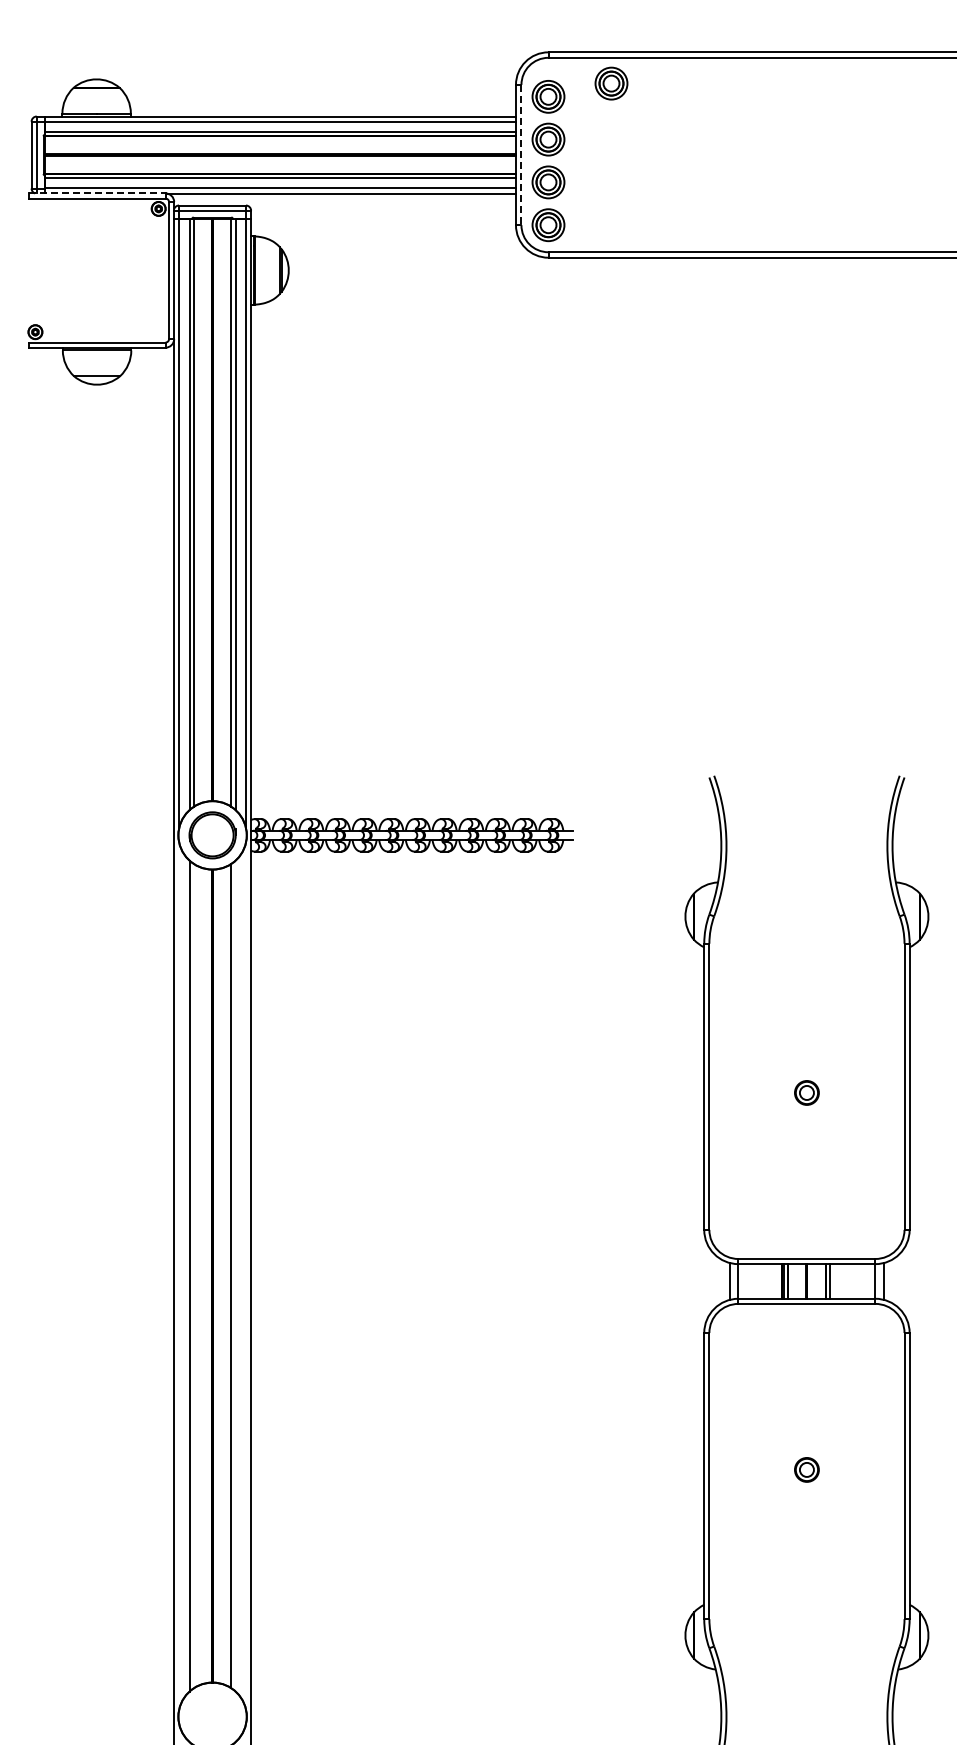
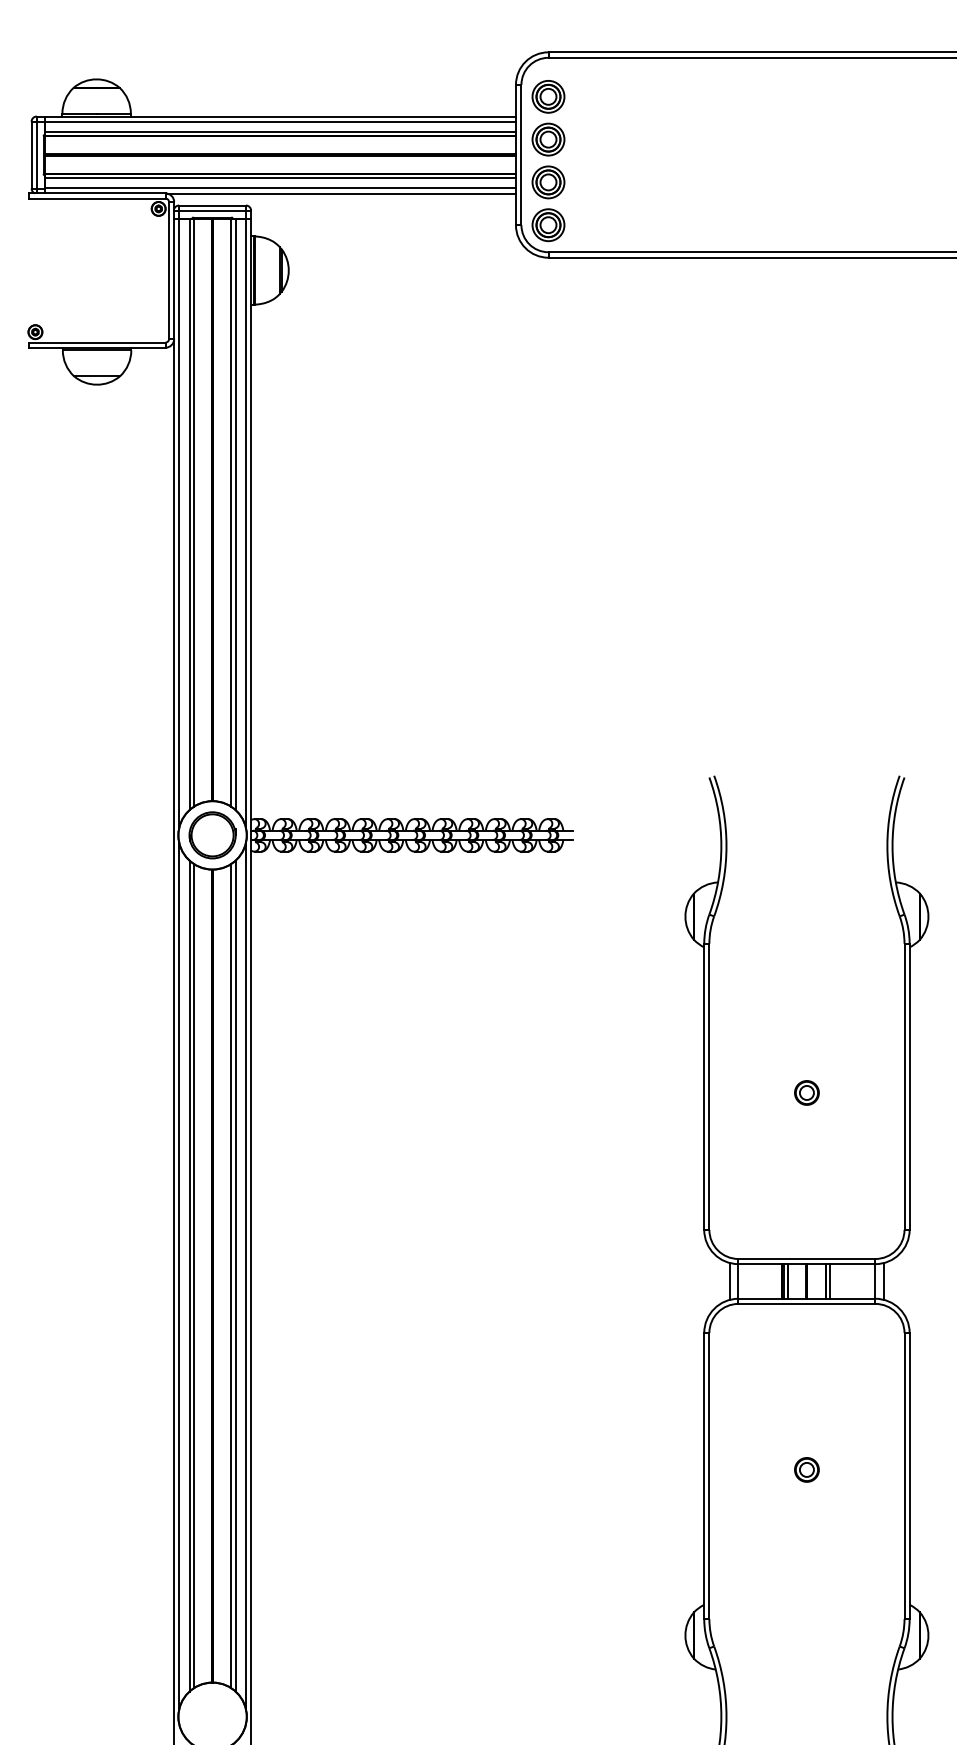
part at (611, 83): present -> none
line at (521, 155): dashed -> solid
line at (97, 193): dashed -> solid
line at (179, 1275): none -> present
line at (193, 1275): none -> present
line at (235, 1275): none -> present
line at (245, 1275): none -> present
